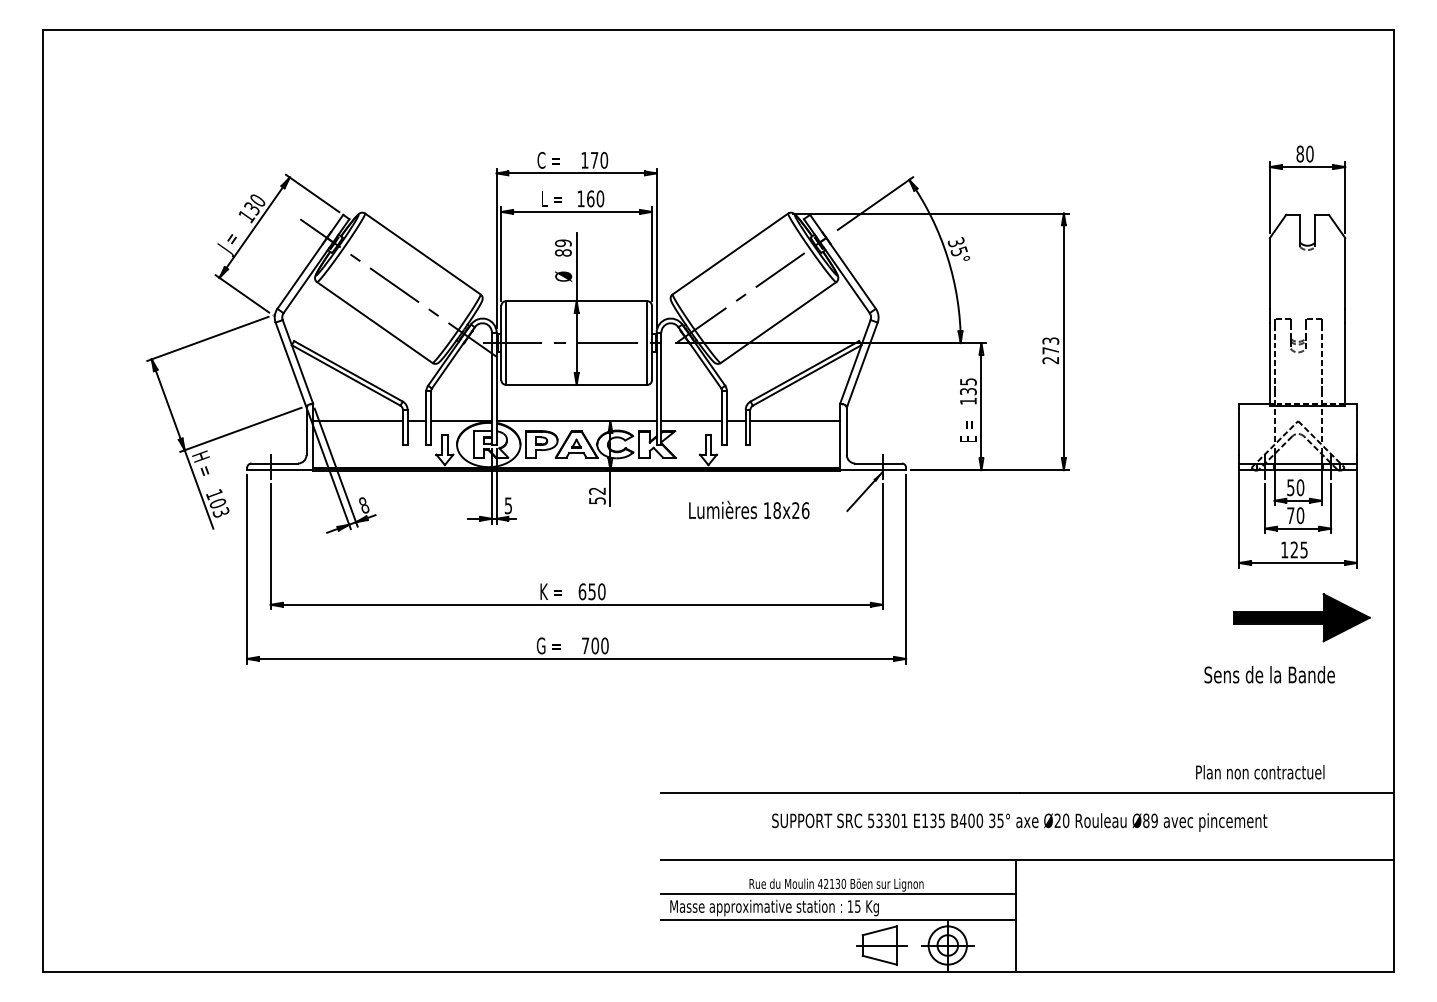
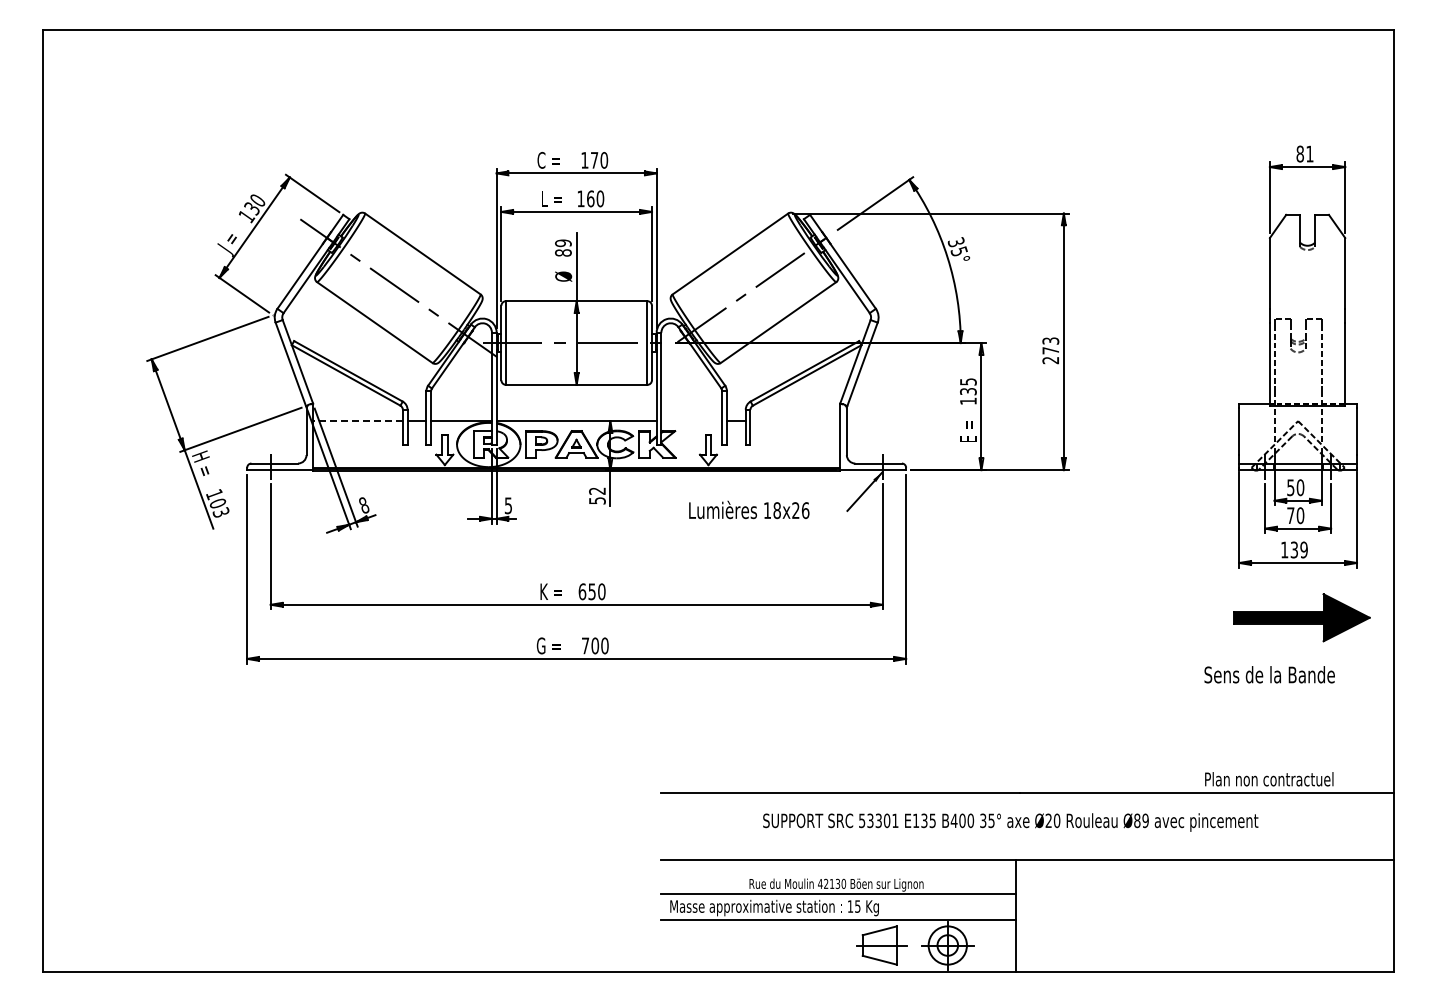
text at (1309, 153): 80 -> 81
line at (358, 421): solid -> dashed
line at (691, 421): present -> none
line at (795, 421): present -> none
text at (1298, 549): 125 -> 139
text at (1260, 772) position: (1260, 772) -> (1269, 779)
text at (1019, 822) position: (1019, 822) -> (1010, 822)
